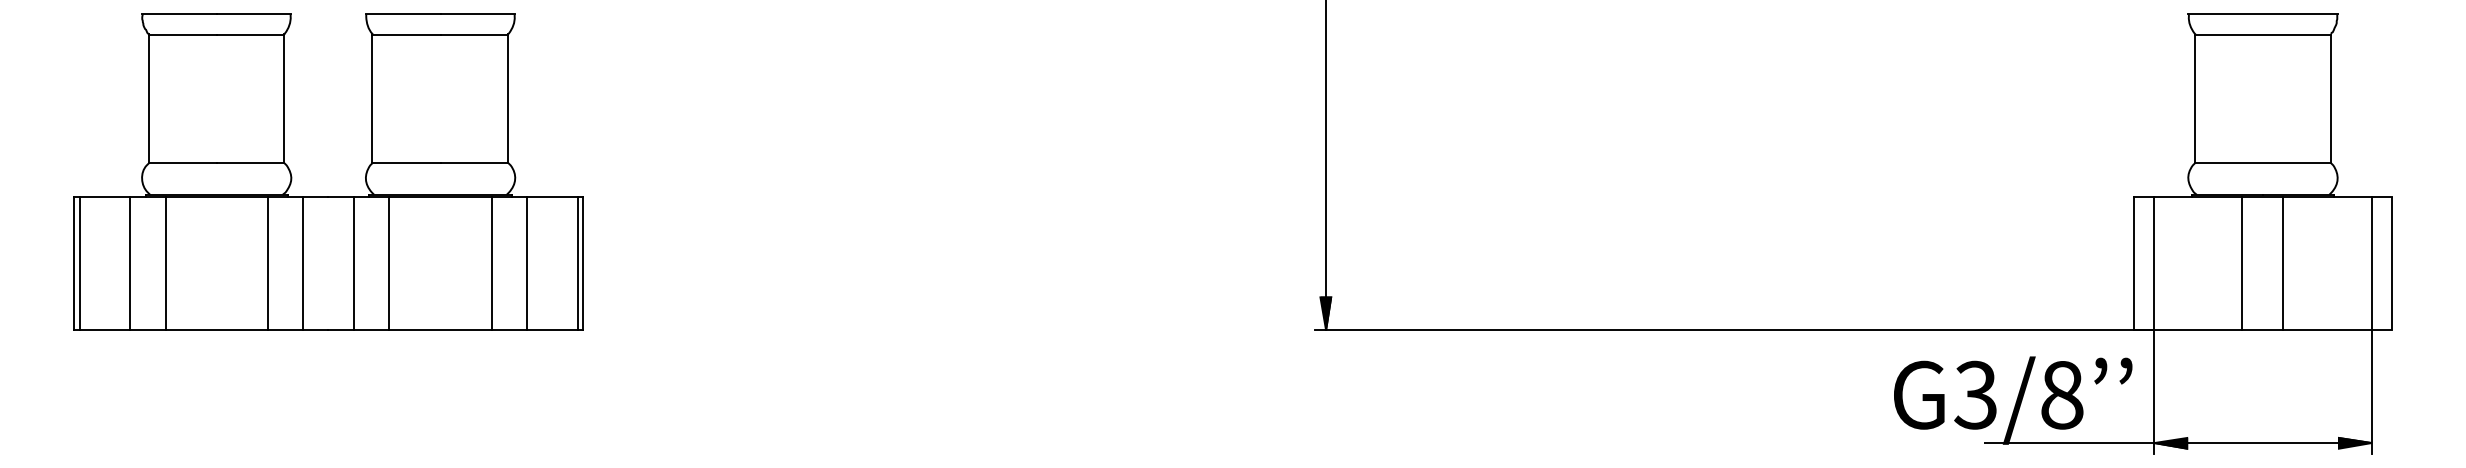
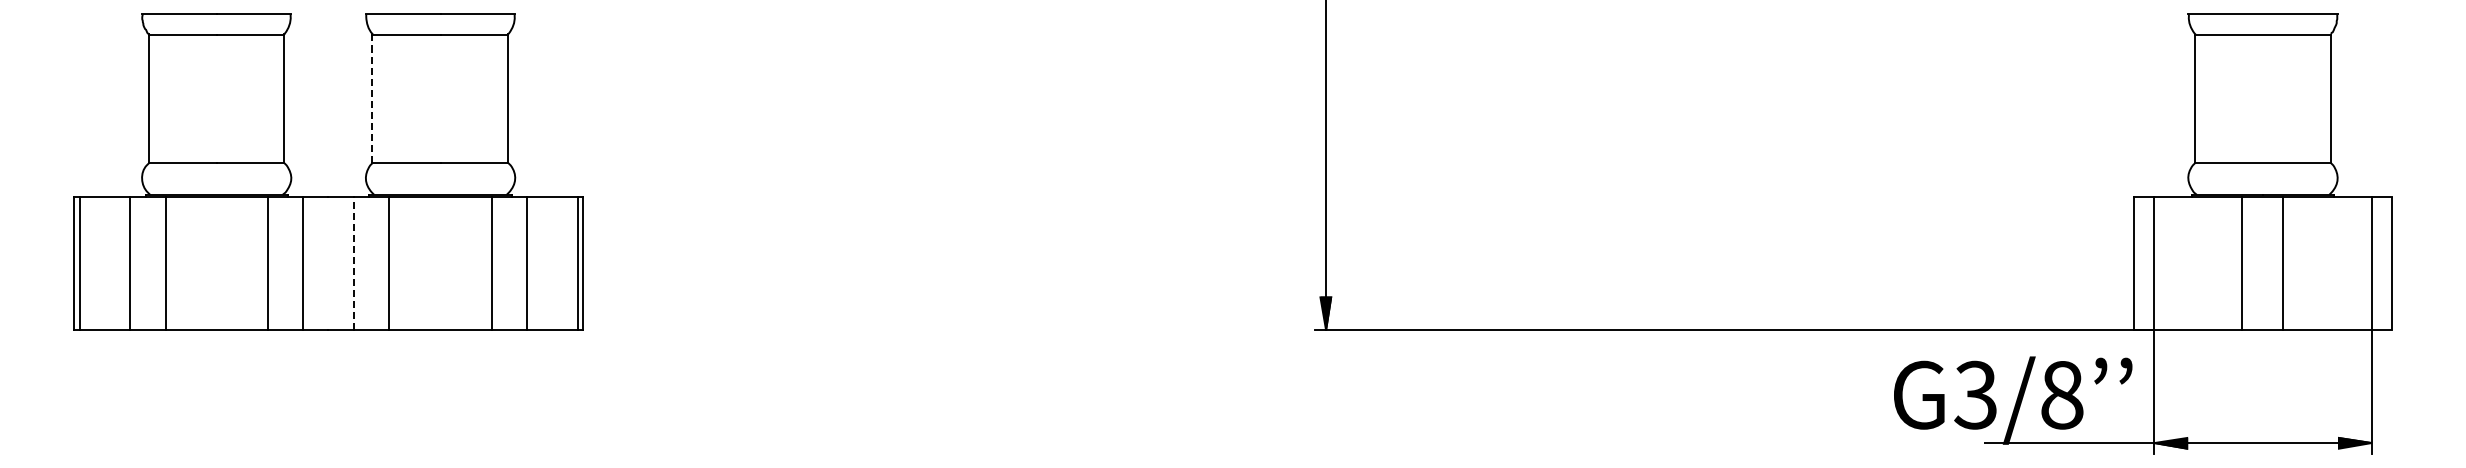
line at (372, 99): solid -> dashed
line at (354, 263): solid -> dashed
